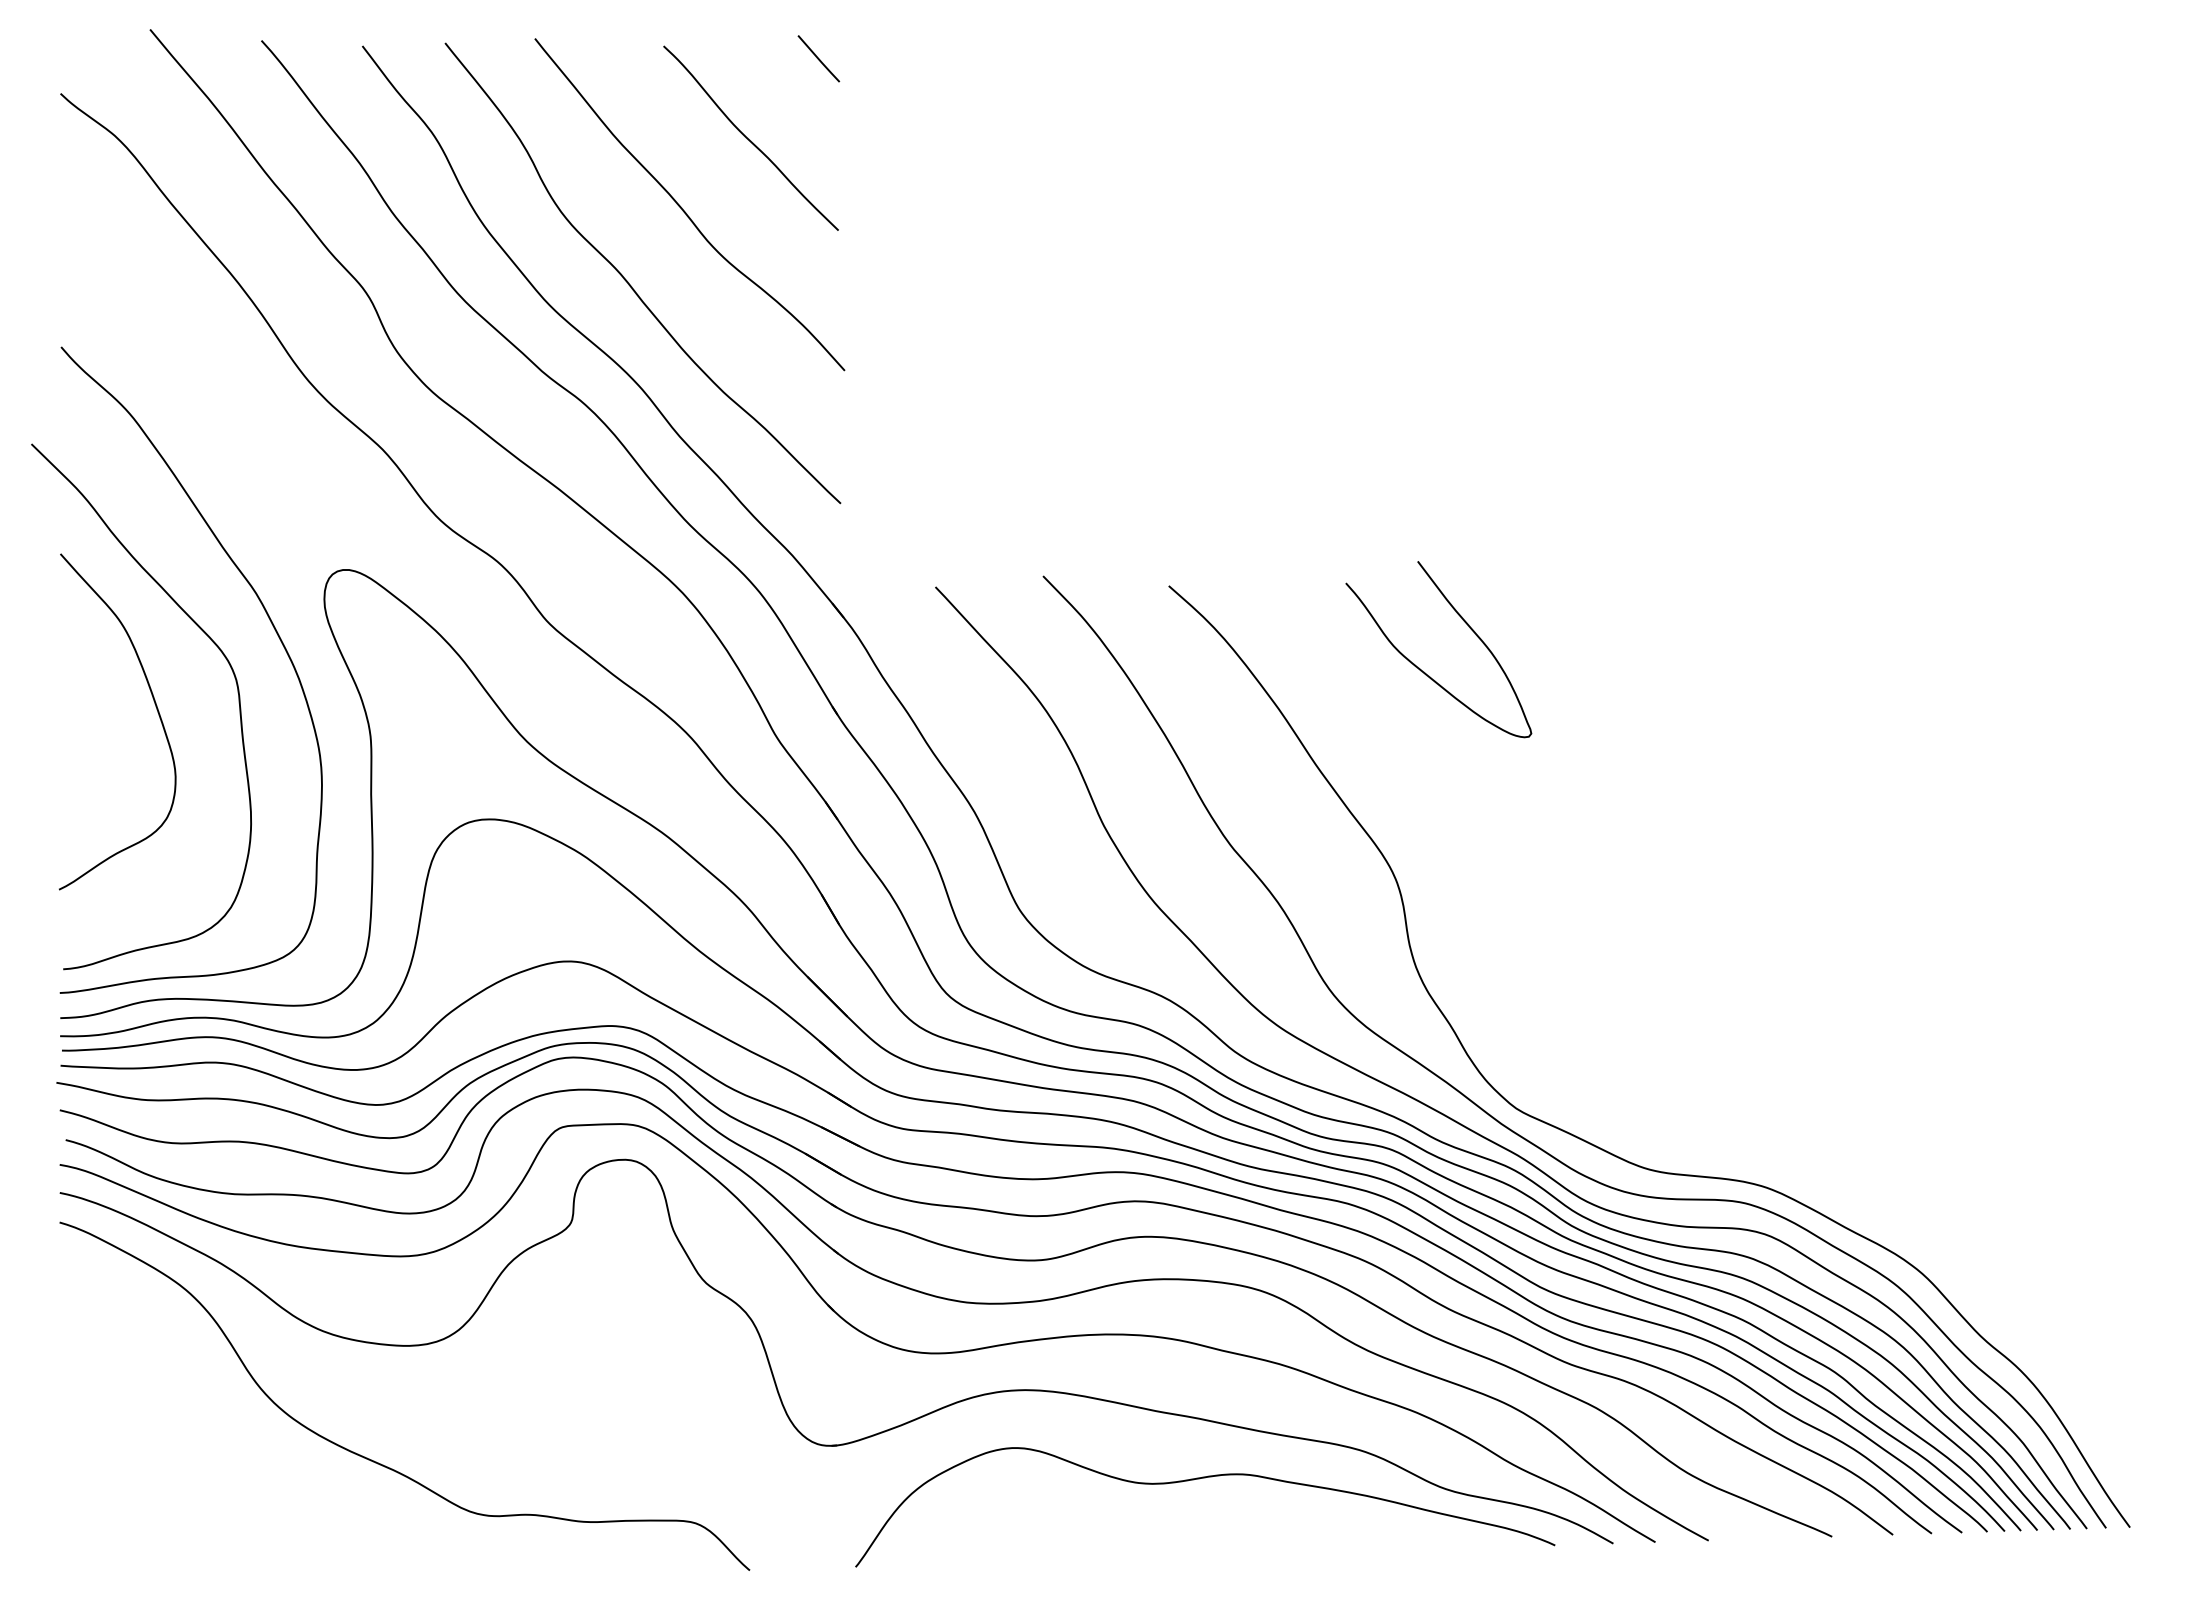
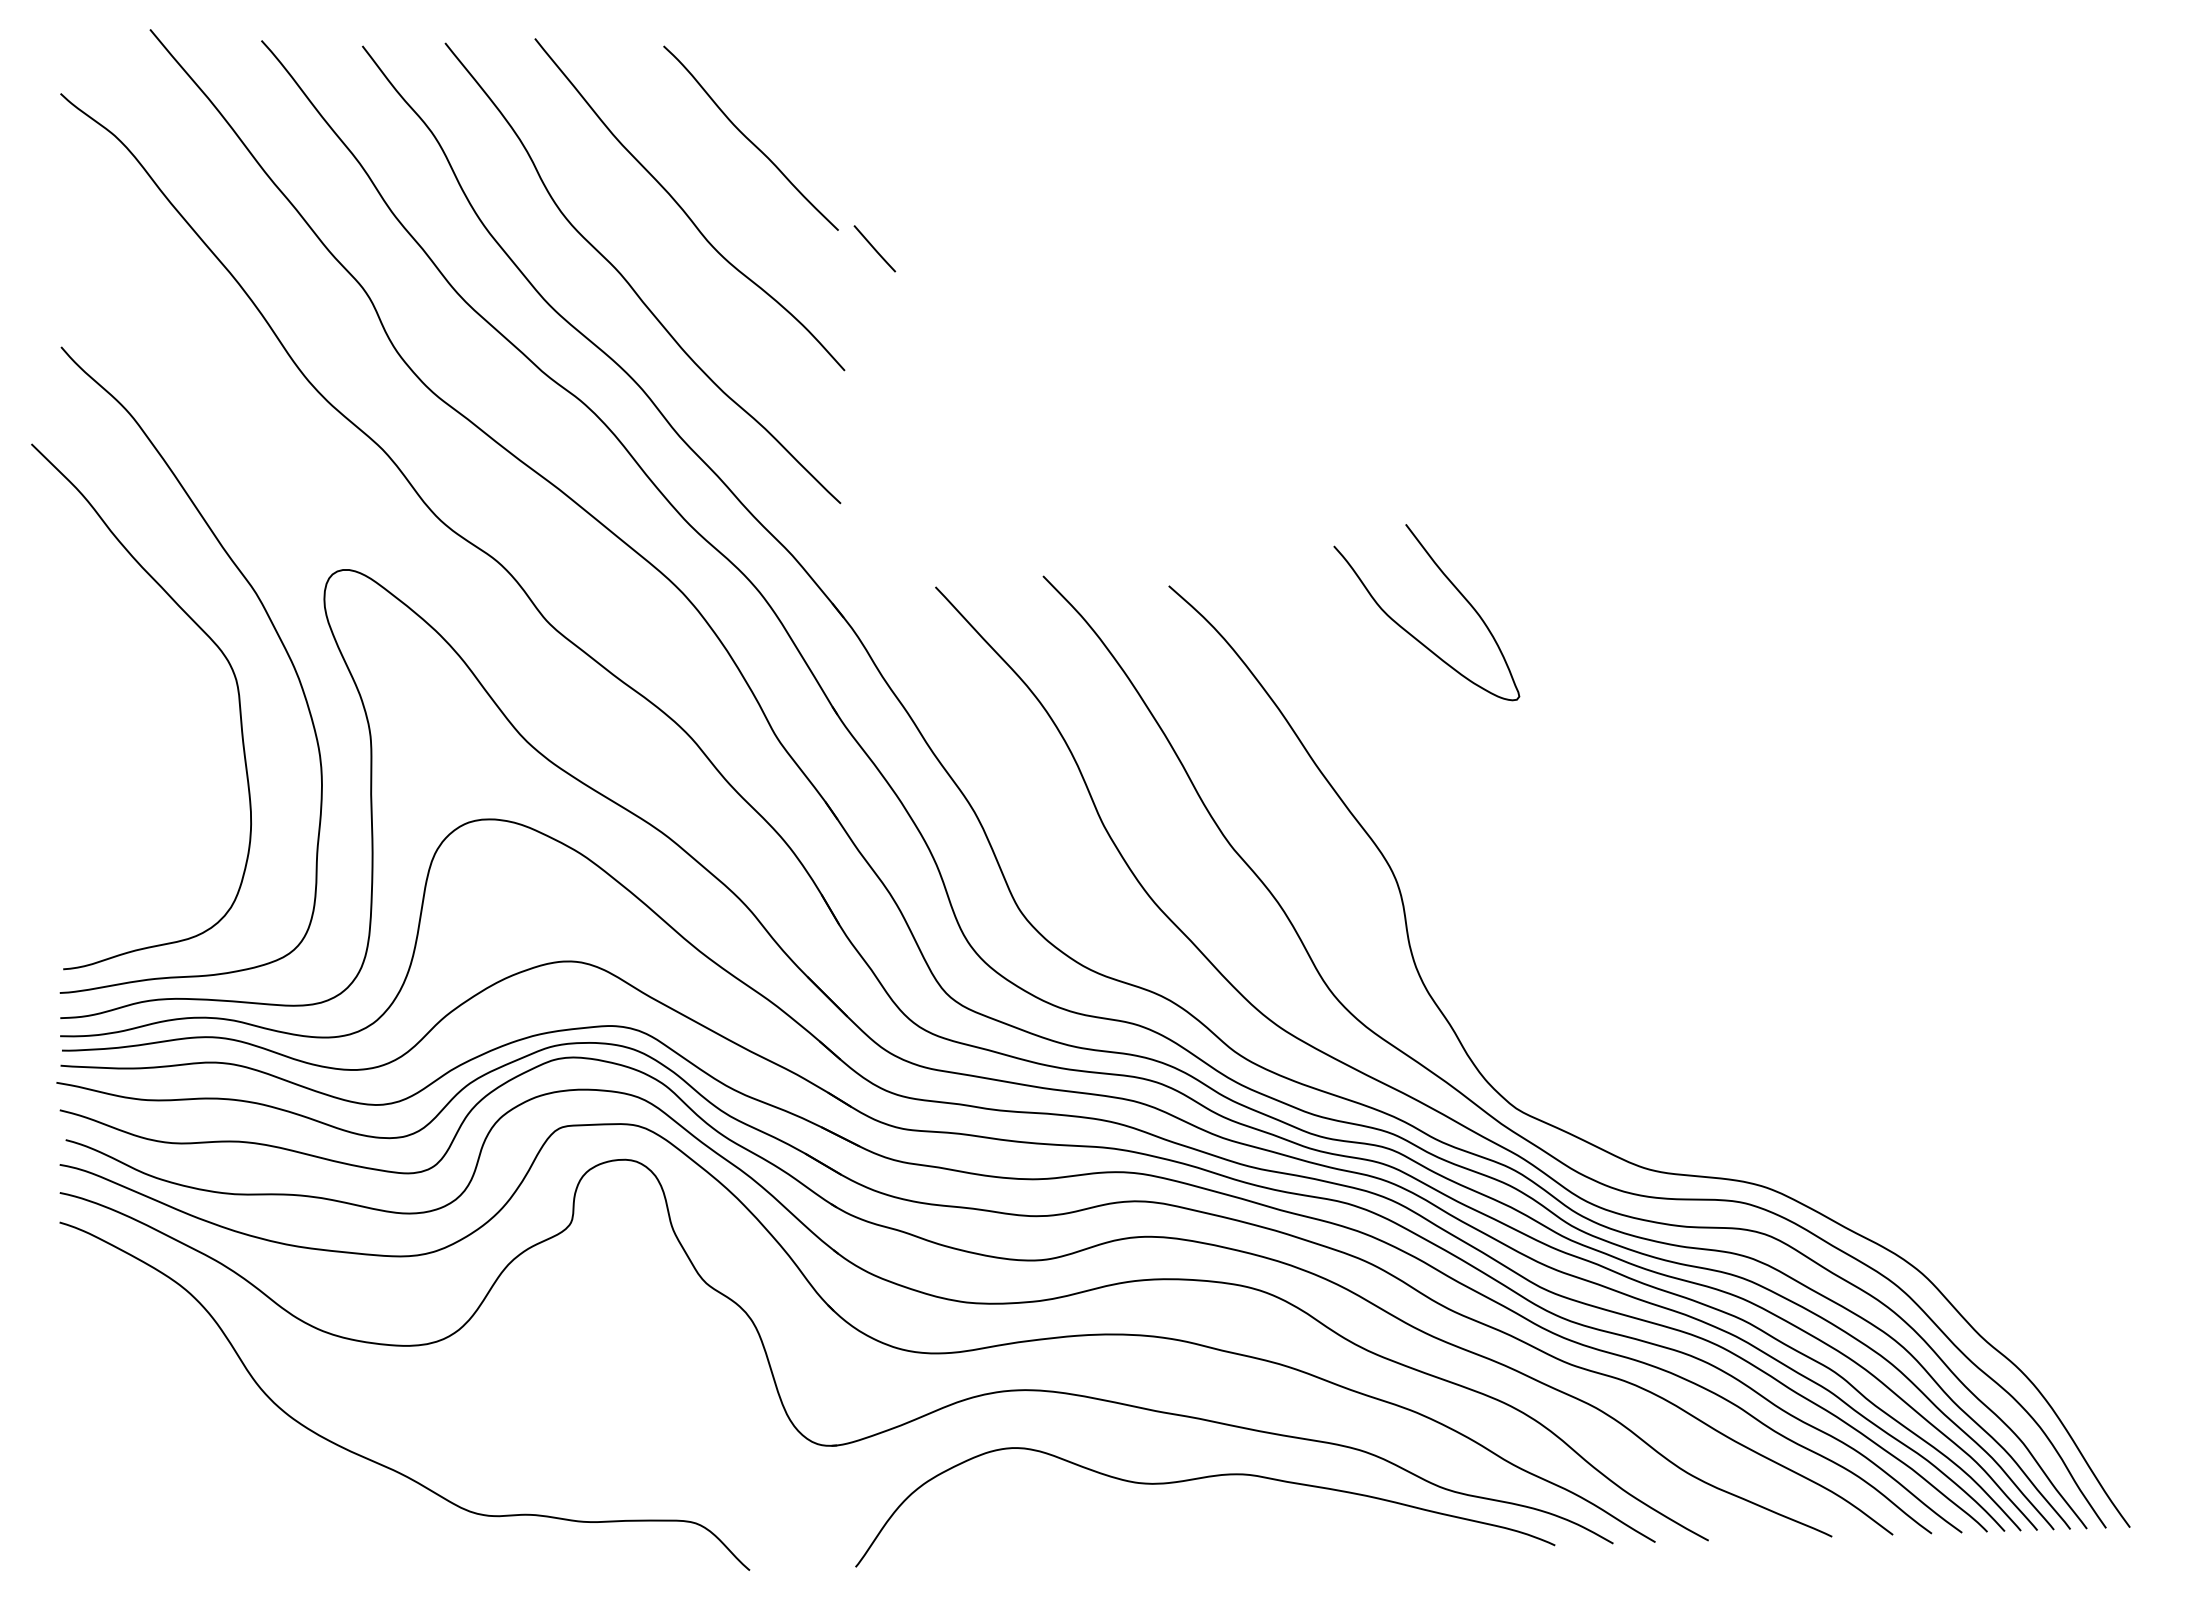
line at (818, 58) position: (818, 58) -> (874, 248)
curve at (1424, 671) position: (1424, 671) -> (1412, 634)
curve at (154, 704): present -> none
